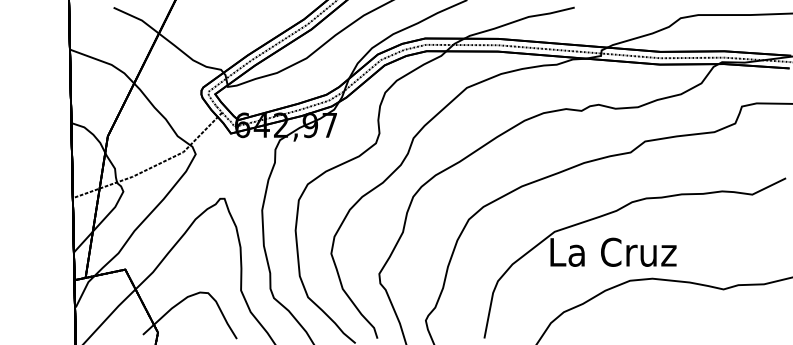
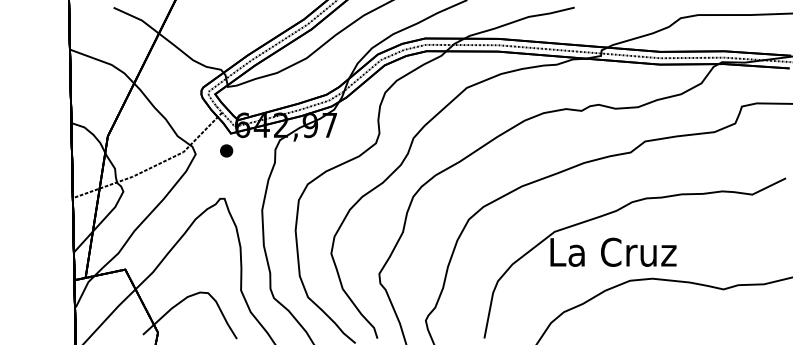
part at (226, 150): none -> present
